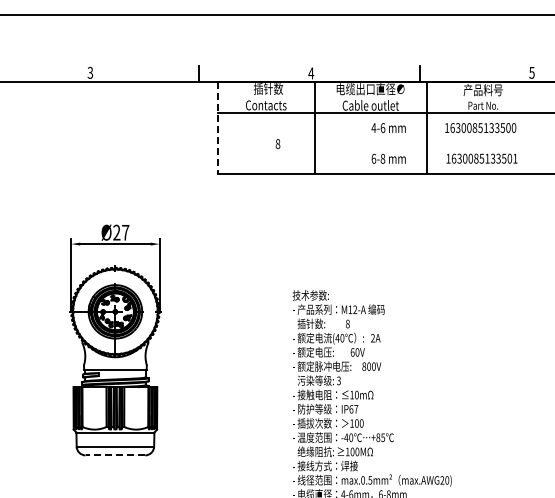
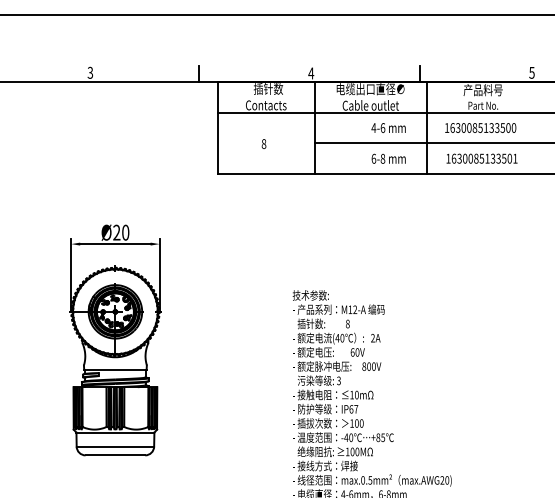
line at (217, 128): dashed -> solid
text at (277, 143) position: (277, 143) -> (263, 143)
line at (432, 143): none -> present
text at (125, 232): Ø27 -> Ø20
line at (115, 455): dashed -> solid
